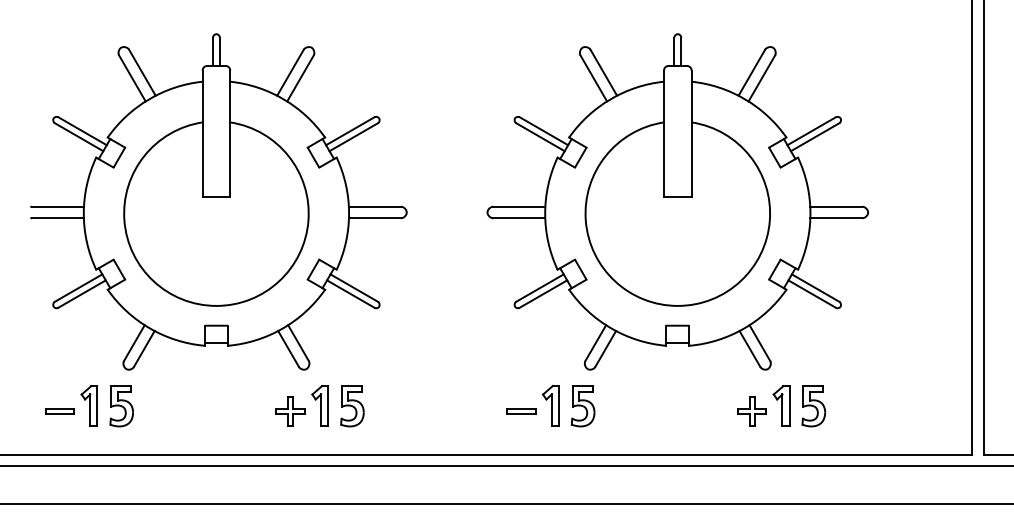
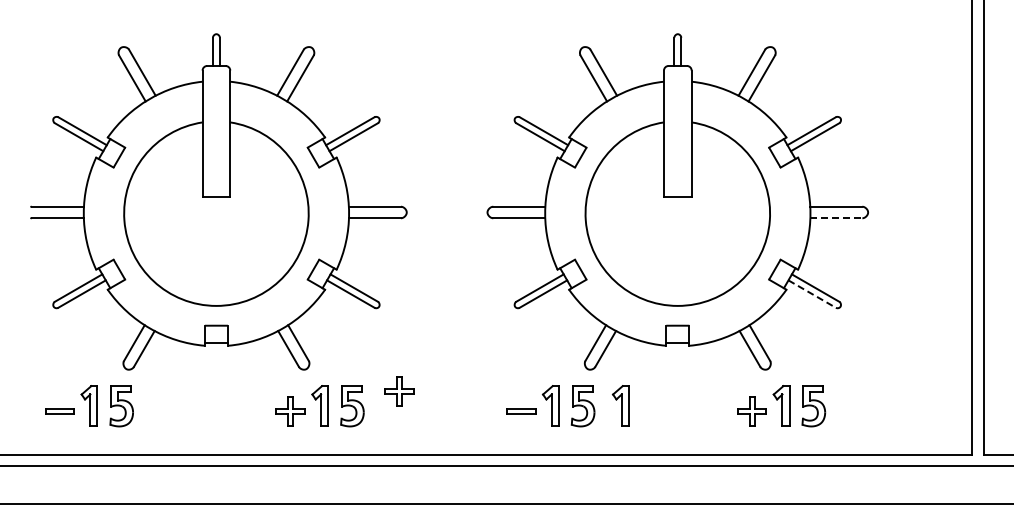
line at (836, 218): solid -> dashed
line at (812, 294): solid -> dashed
part at (399, 391): none -> present
part at (620, 405): none -> present
